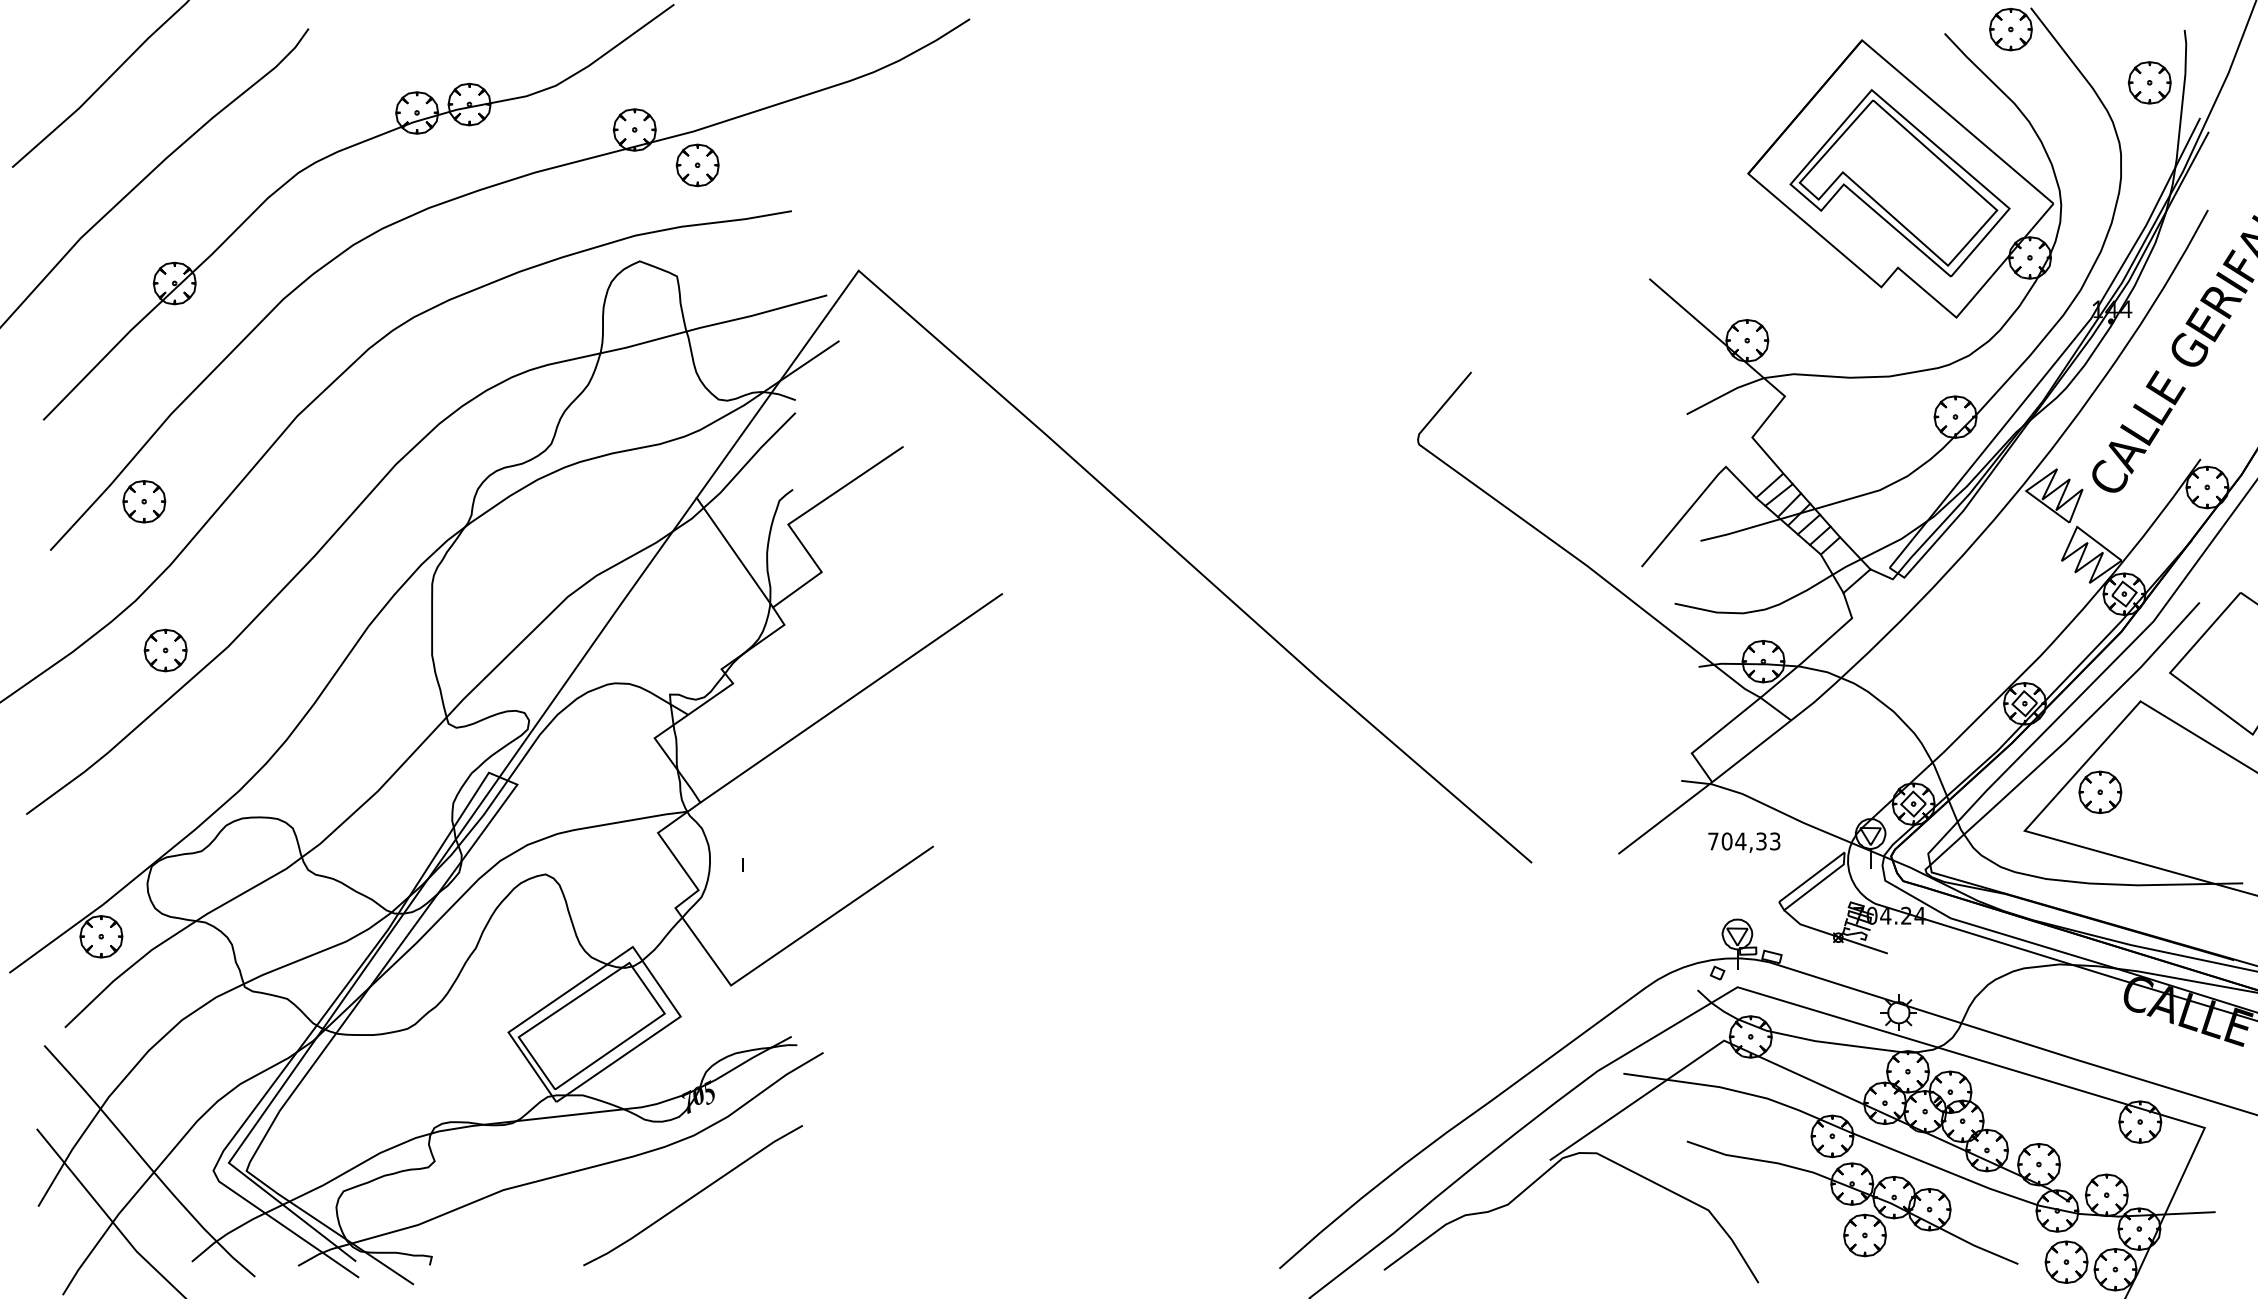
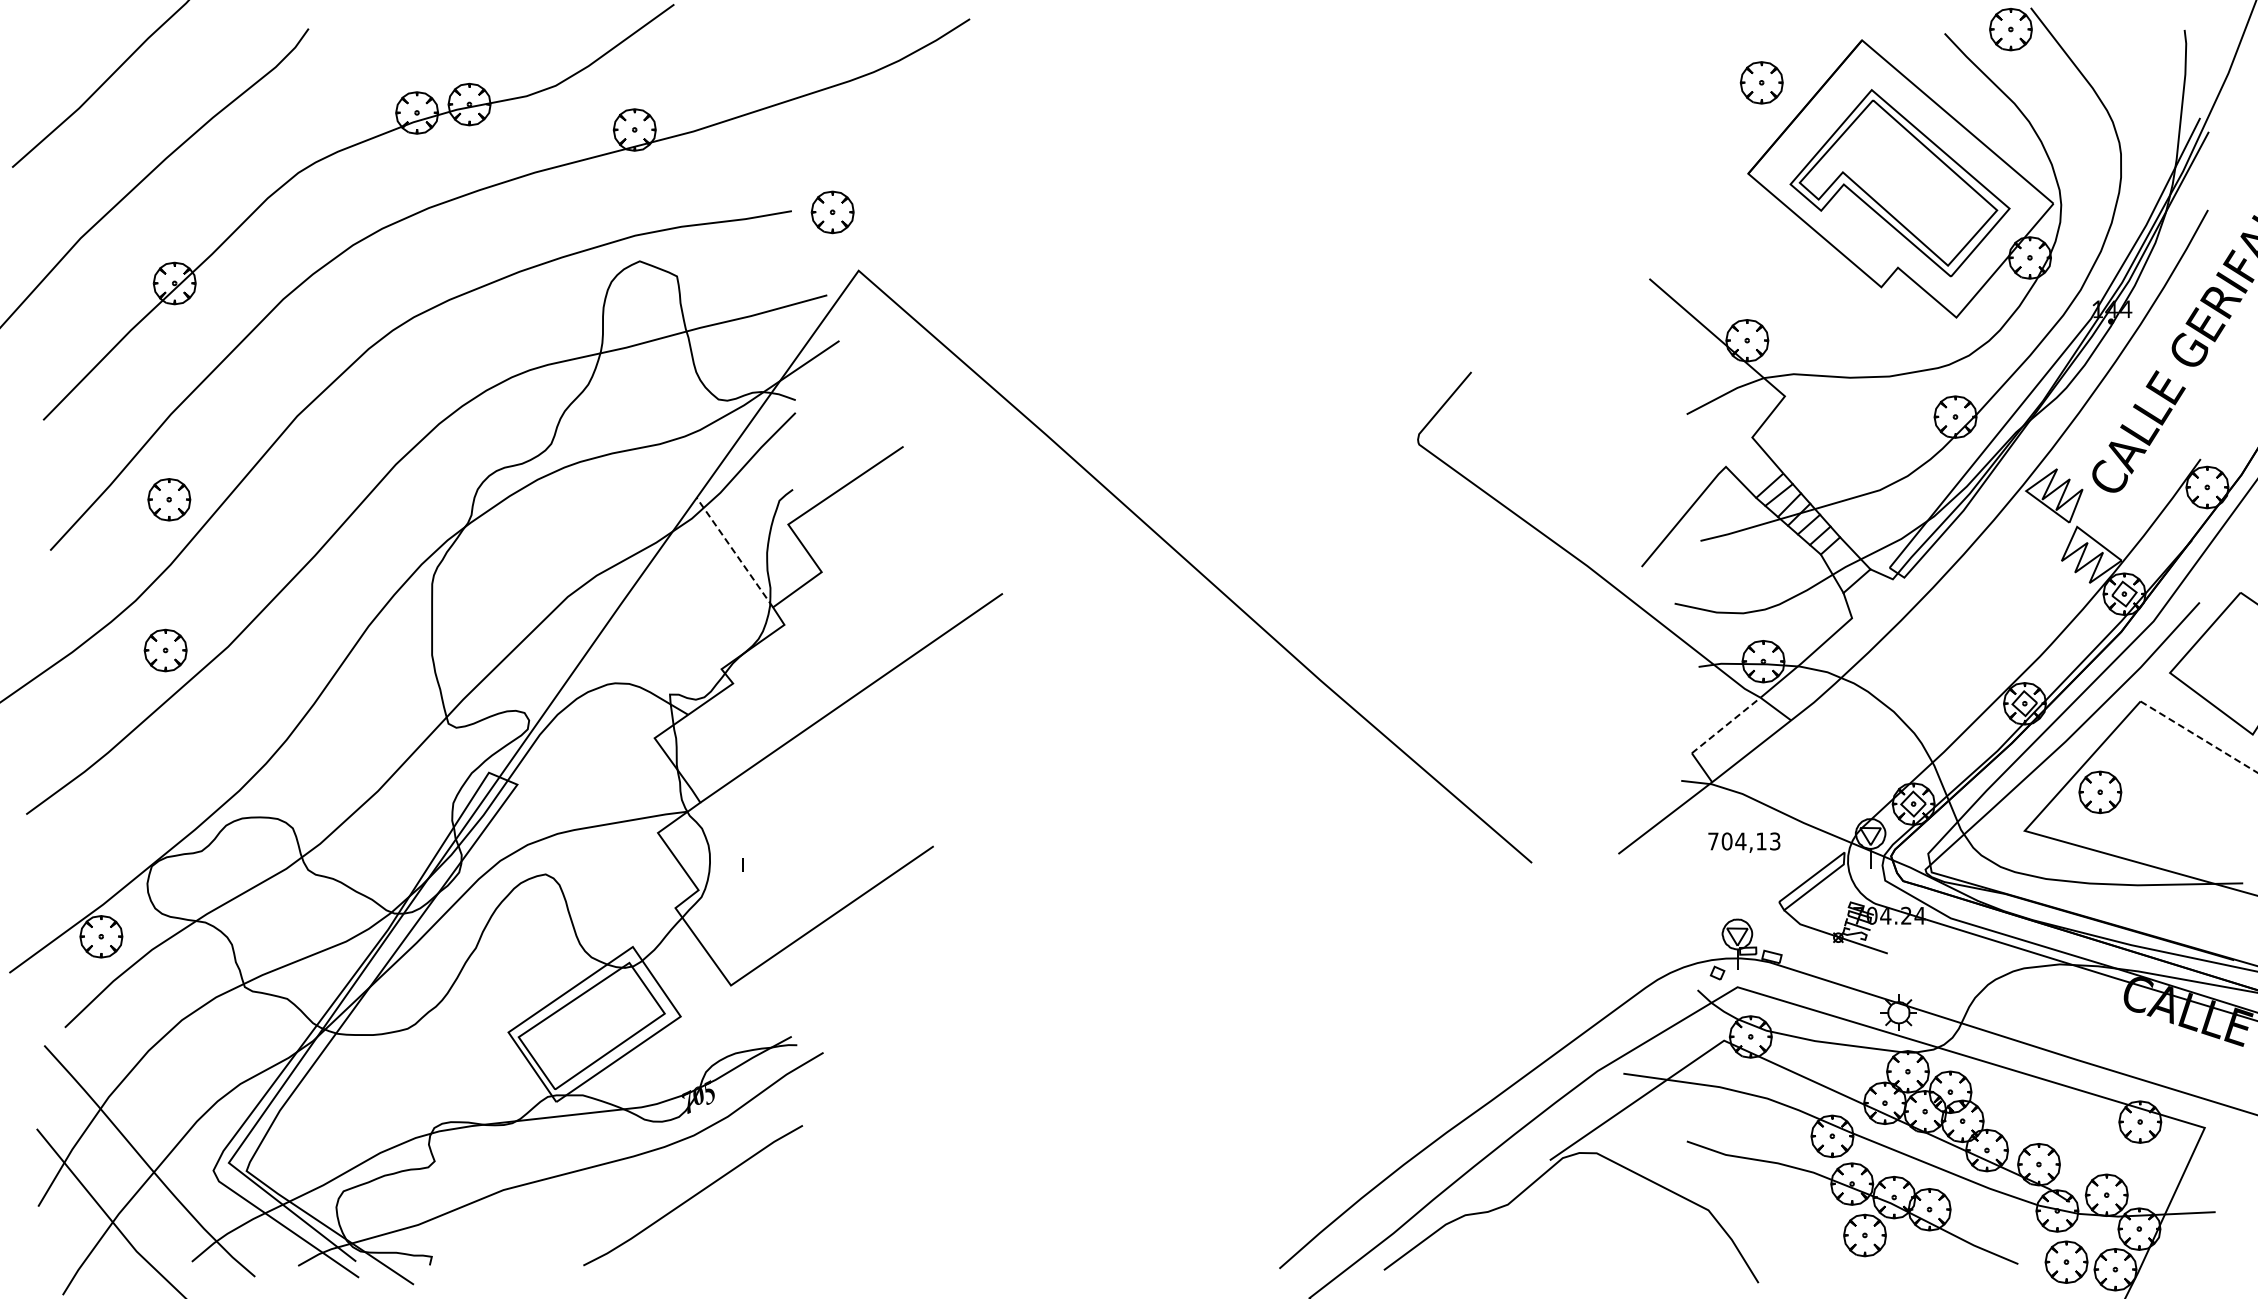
part at (2149, 82) position: (2149, 82) -> (1761, 82)
part at (697, 165) position: (697, 165) -> (832, 212)
part at (144, 501) position: (144, 501) -> (169, 499)
line at (734, 552): solid -> dashed
line at (1726, 725): solid -> dashed
line at (2199, 737): solid -> dashed
text at (1761, 841): 704,33 -> 704,13
